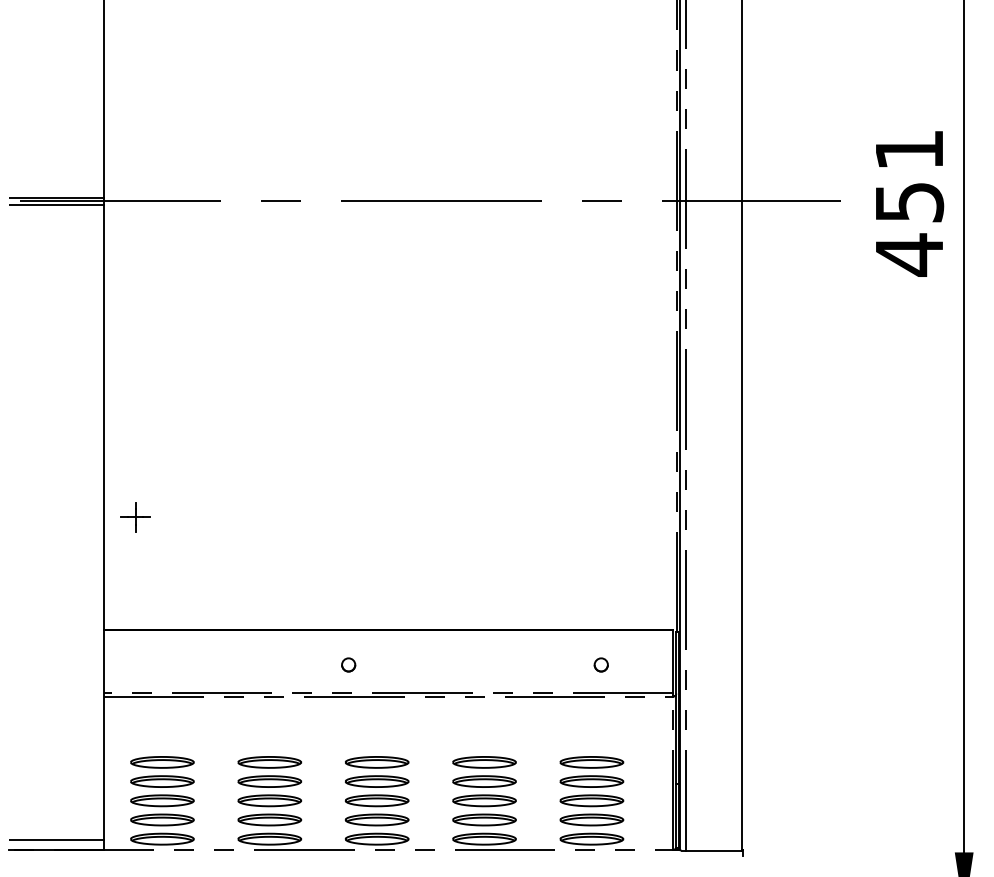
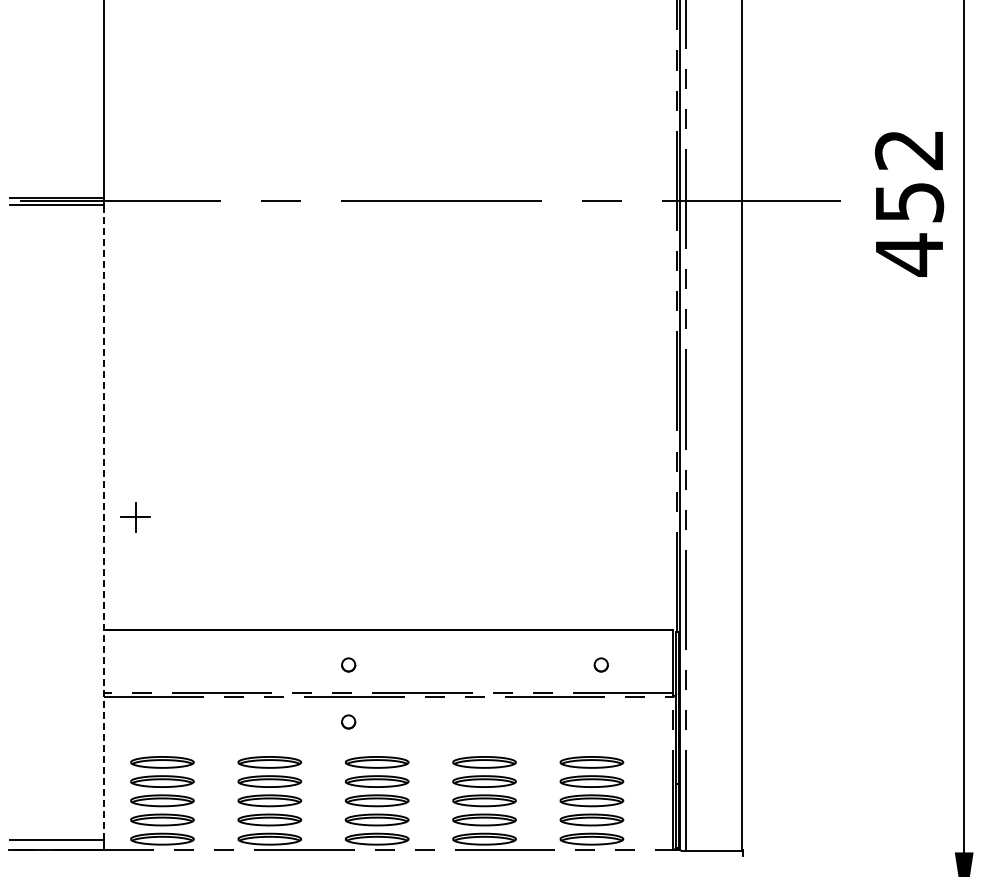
text at (908, 150): 451 -> 452
line at (103, 522): solid -> dashed
circle at (348, 721): none -> present
